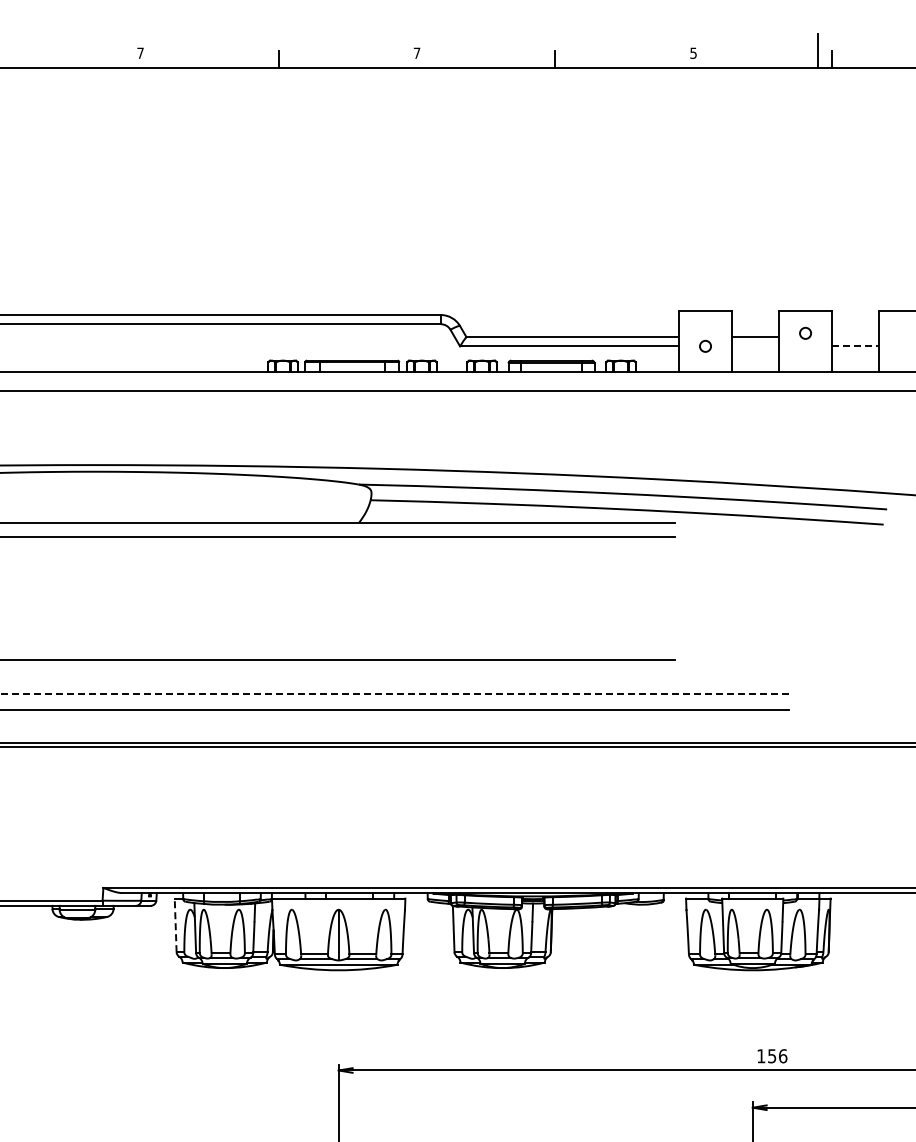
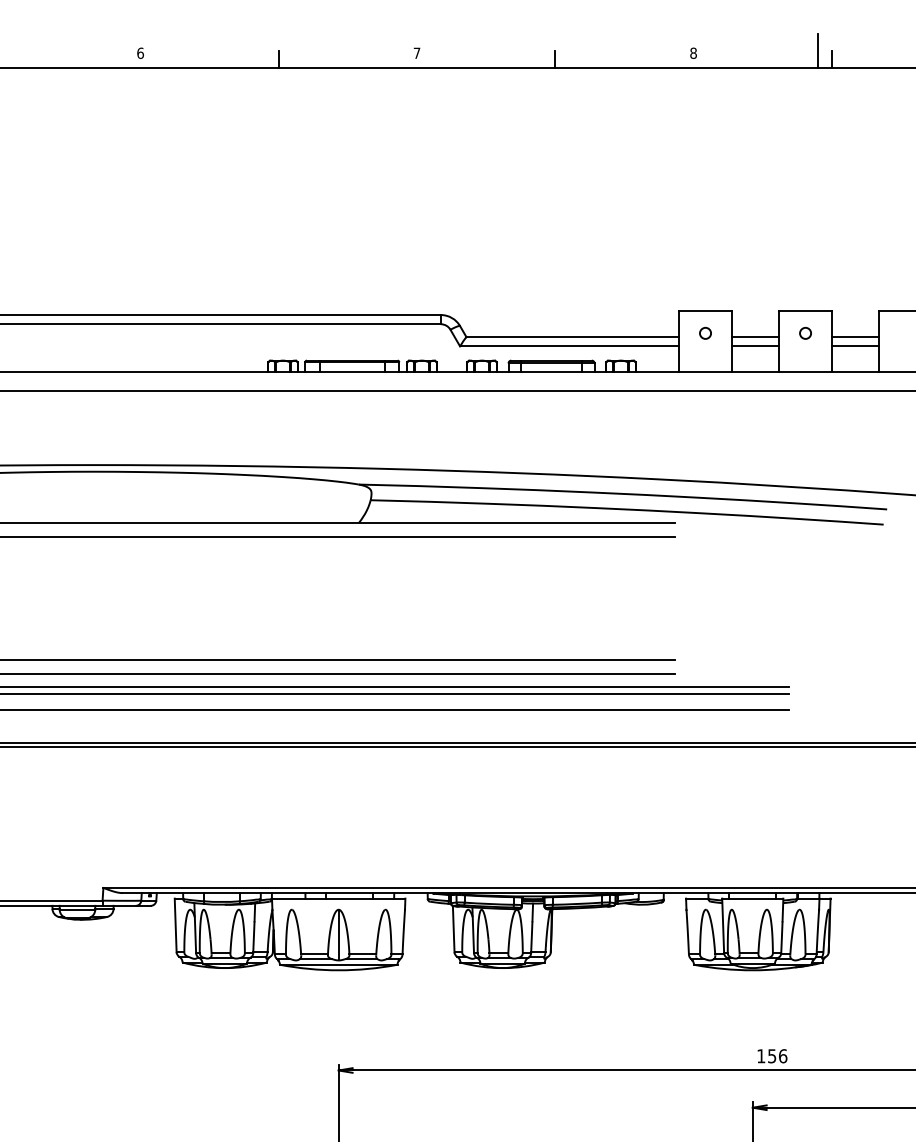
text at (140, 52): 7 -> 6
text at (693, 52): 5 -> 8
line at (855, 337): none -> present
circle at (705, 345) position: (705, 345) -> (705, 332)
line at (755, 346): none -> present
line at (856, 346): dashed -> solid
line at (338, 674): none -> present
line at (395, 687): none -> present
line at (394, 694): dashed -> solid
line at (175, 925): dashed -> solid
